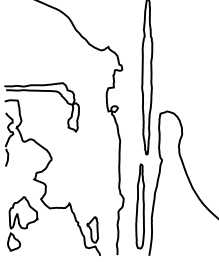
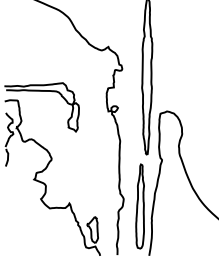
part at (22, 223): present -> none
